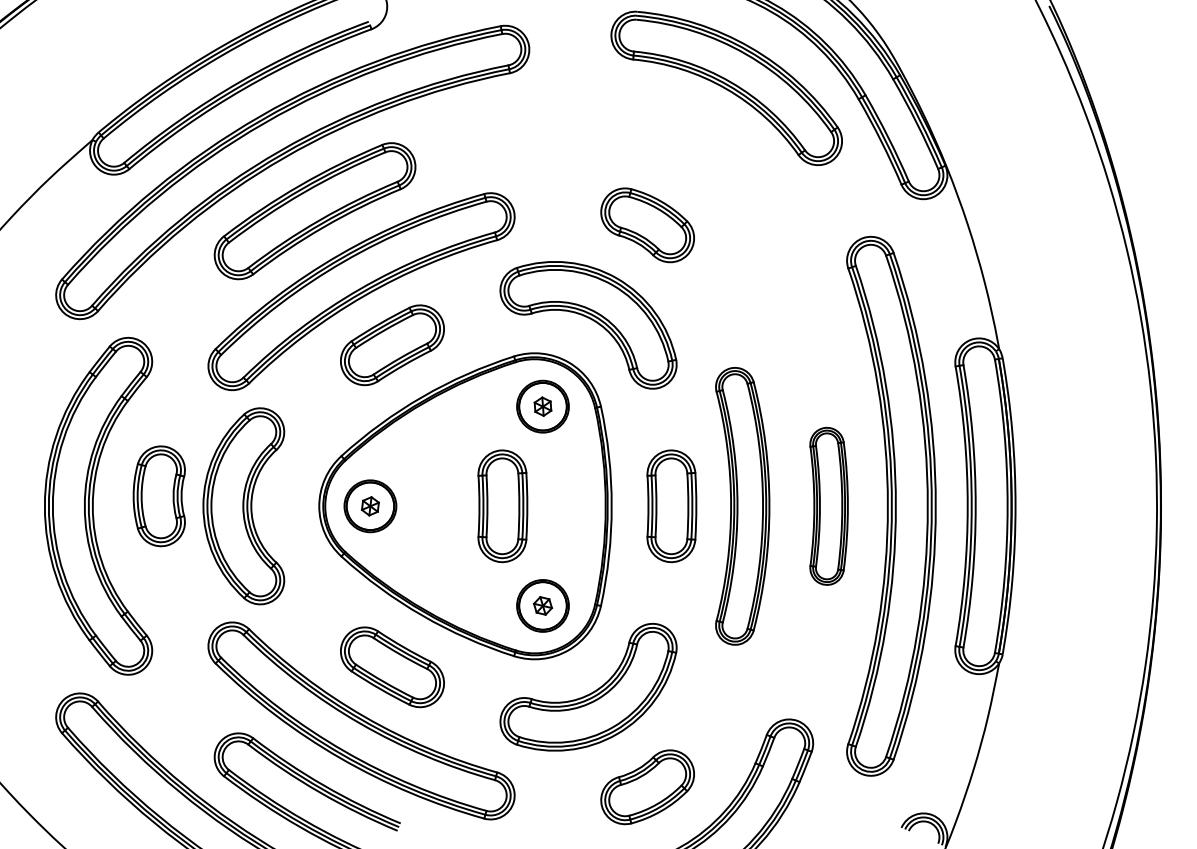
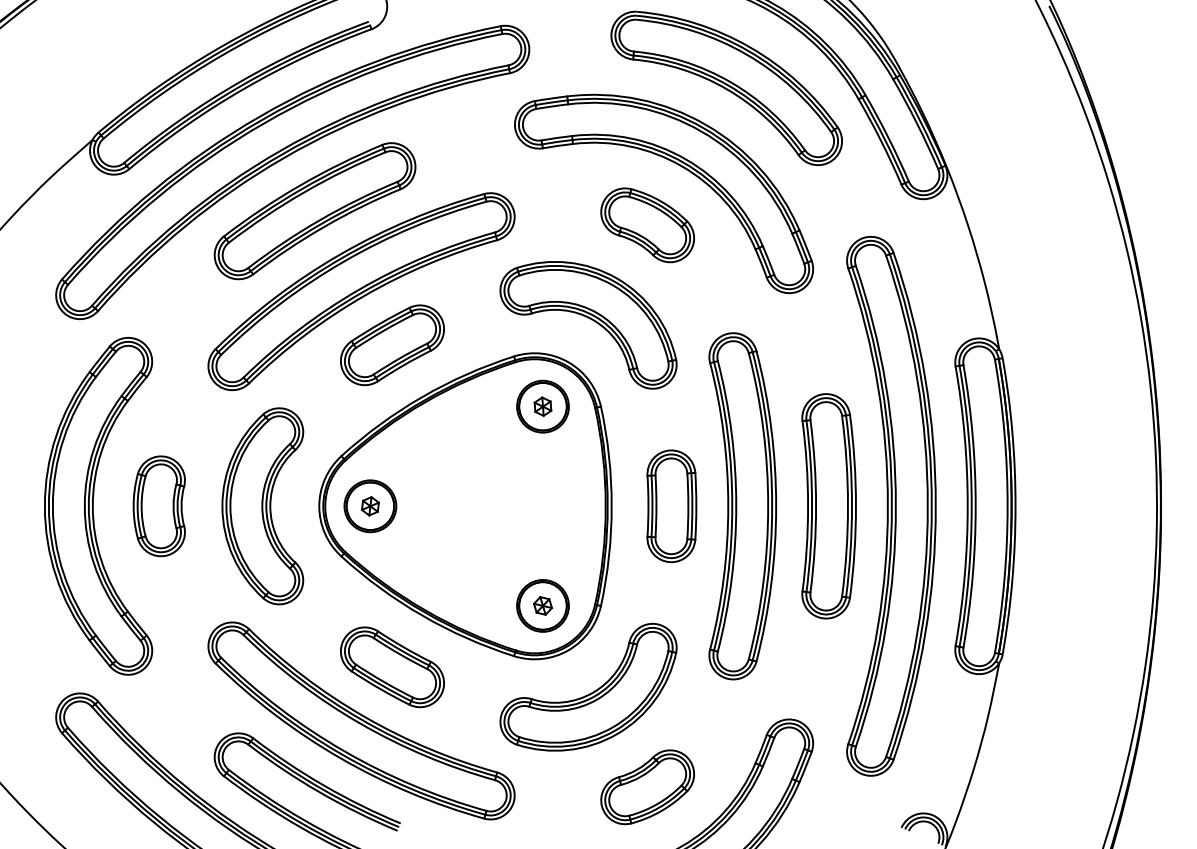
part at (679, 166): none -> present
part at (158, 496) position: (158, 496) -> (158, 506)
part at (828, 505) size: 40x160 px -> 56x227 px
part at (243, 506) position: (243, 506) -> (262, 506)
part at (502, 506): present -> none
part at (742, 506) size: 56x279 px -> 69x349 px
